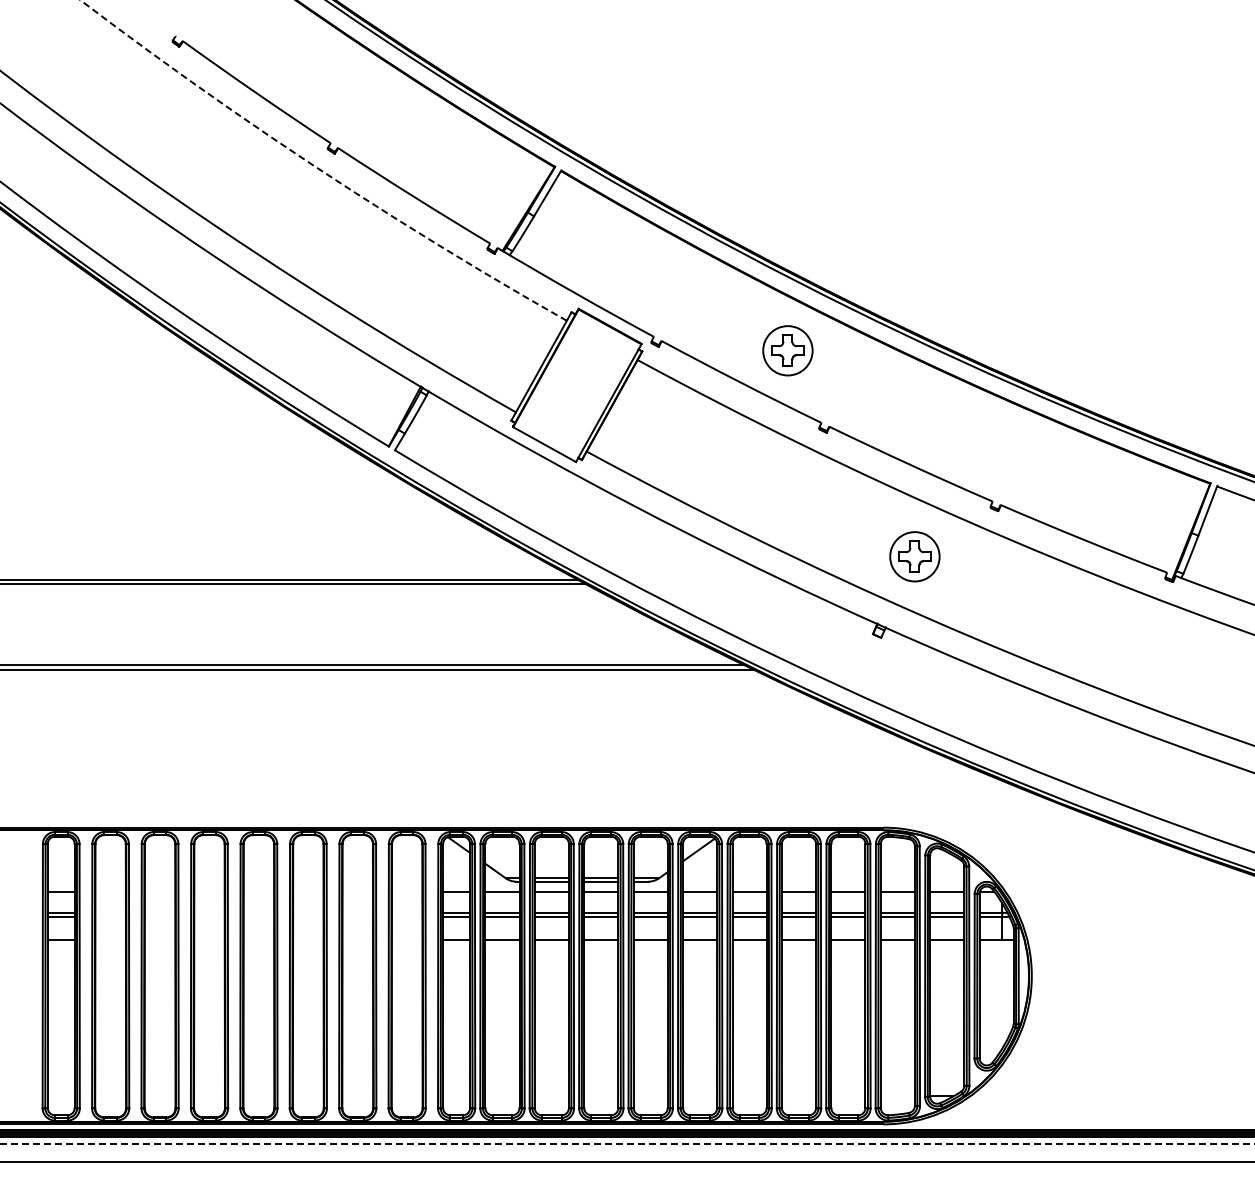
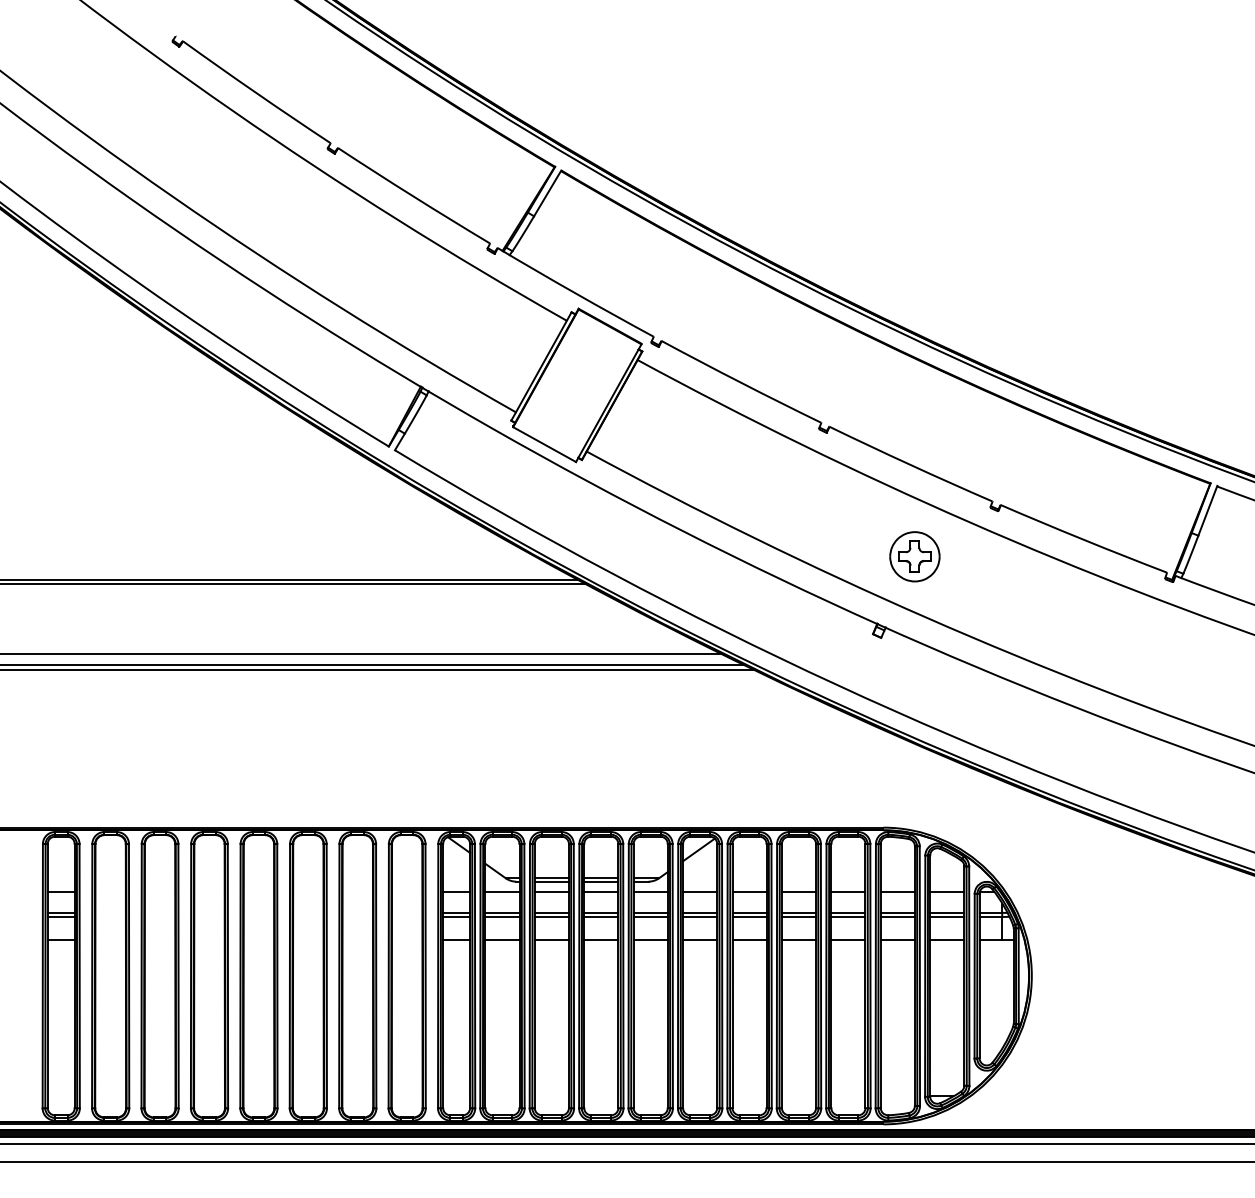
arc at (318, 168): dashed -> solid
part at (787, 350): present -> none
line at (362, 654): none -> present
line at (627, 1144): dashed -> solid
